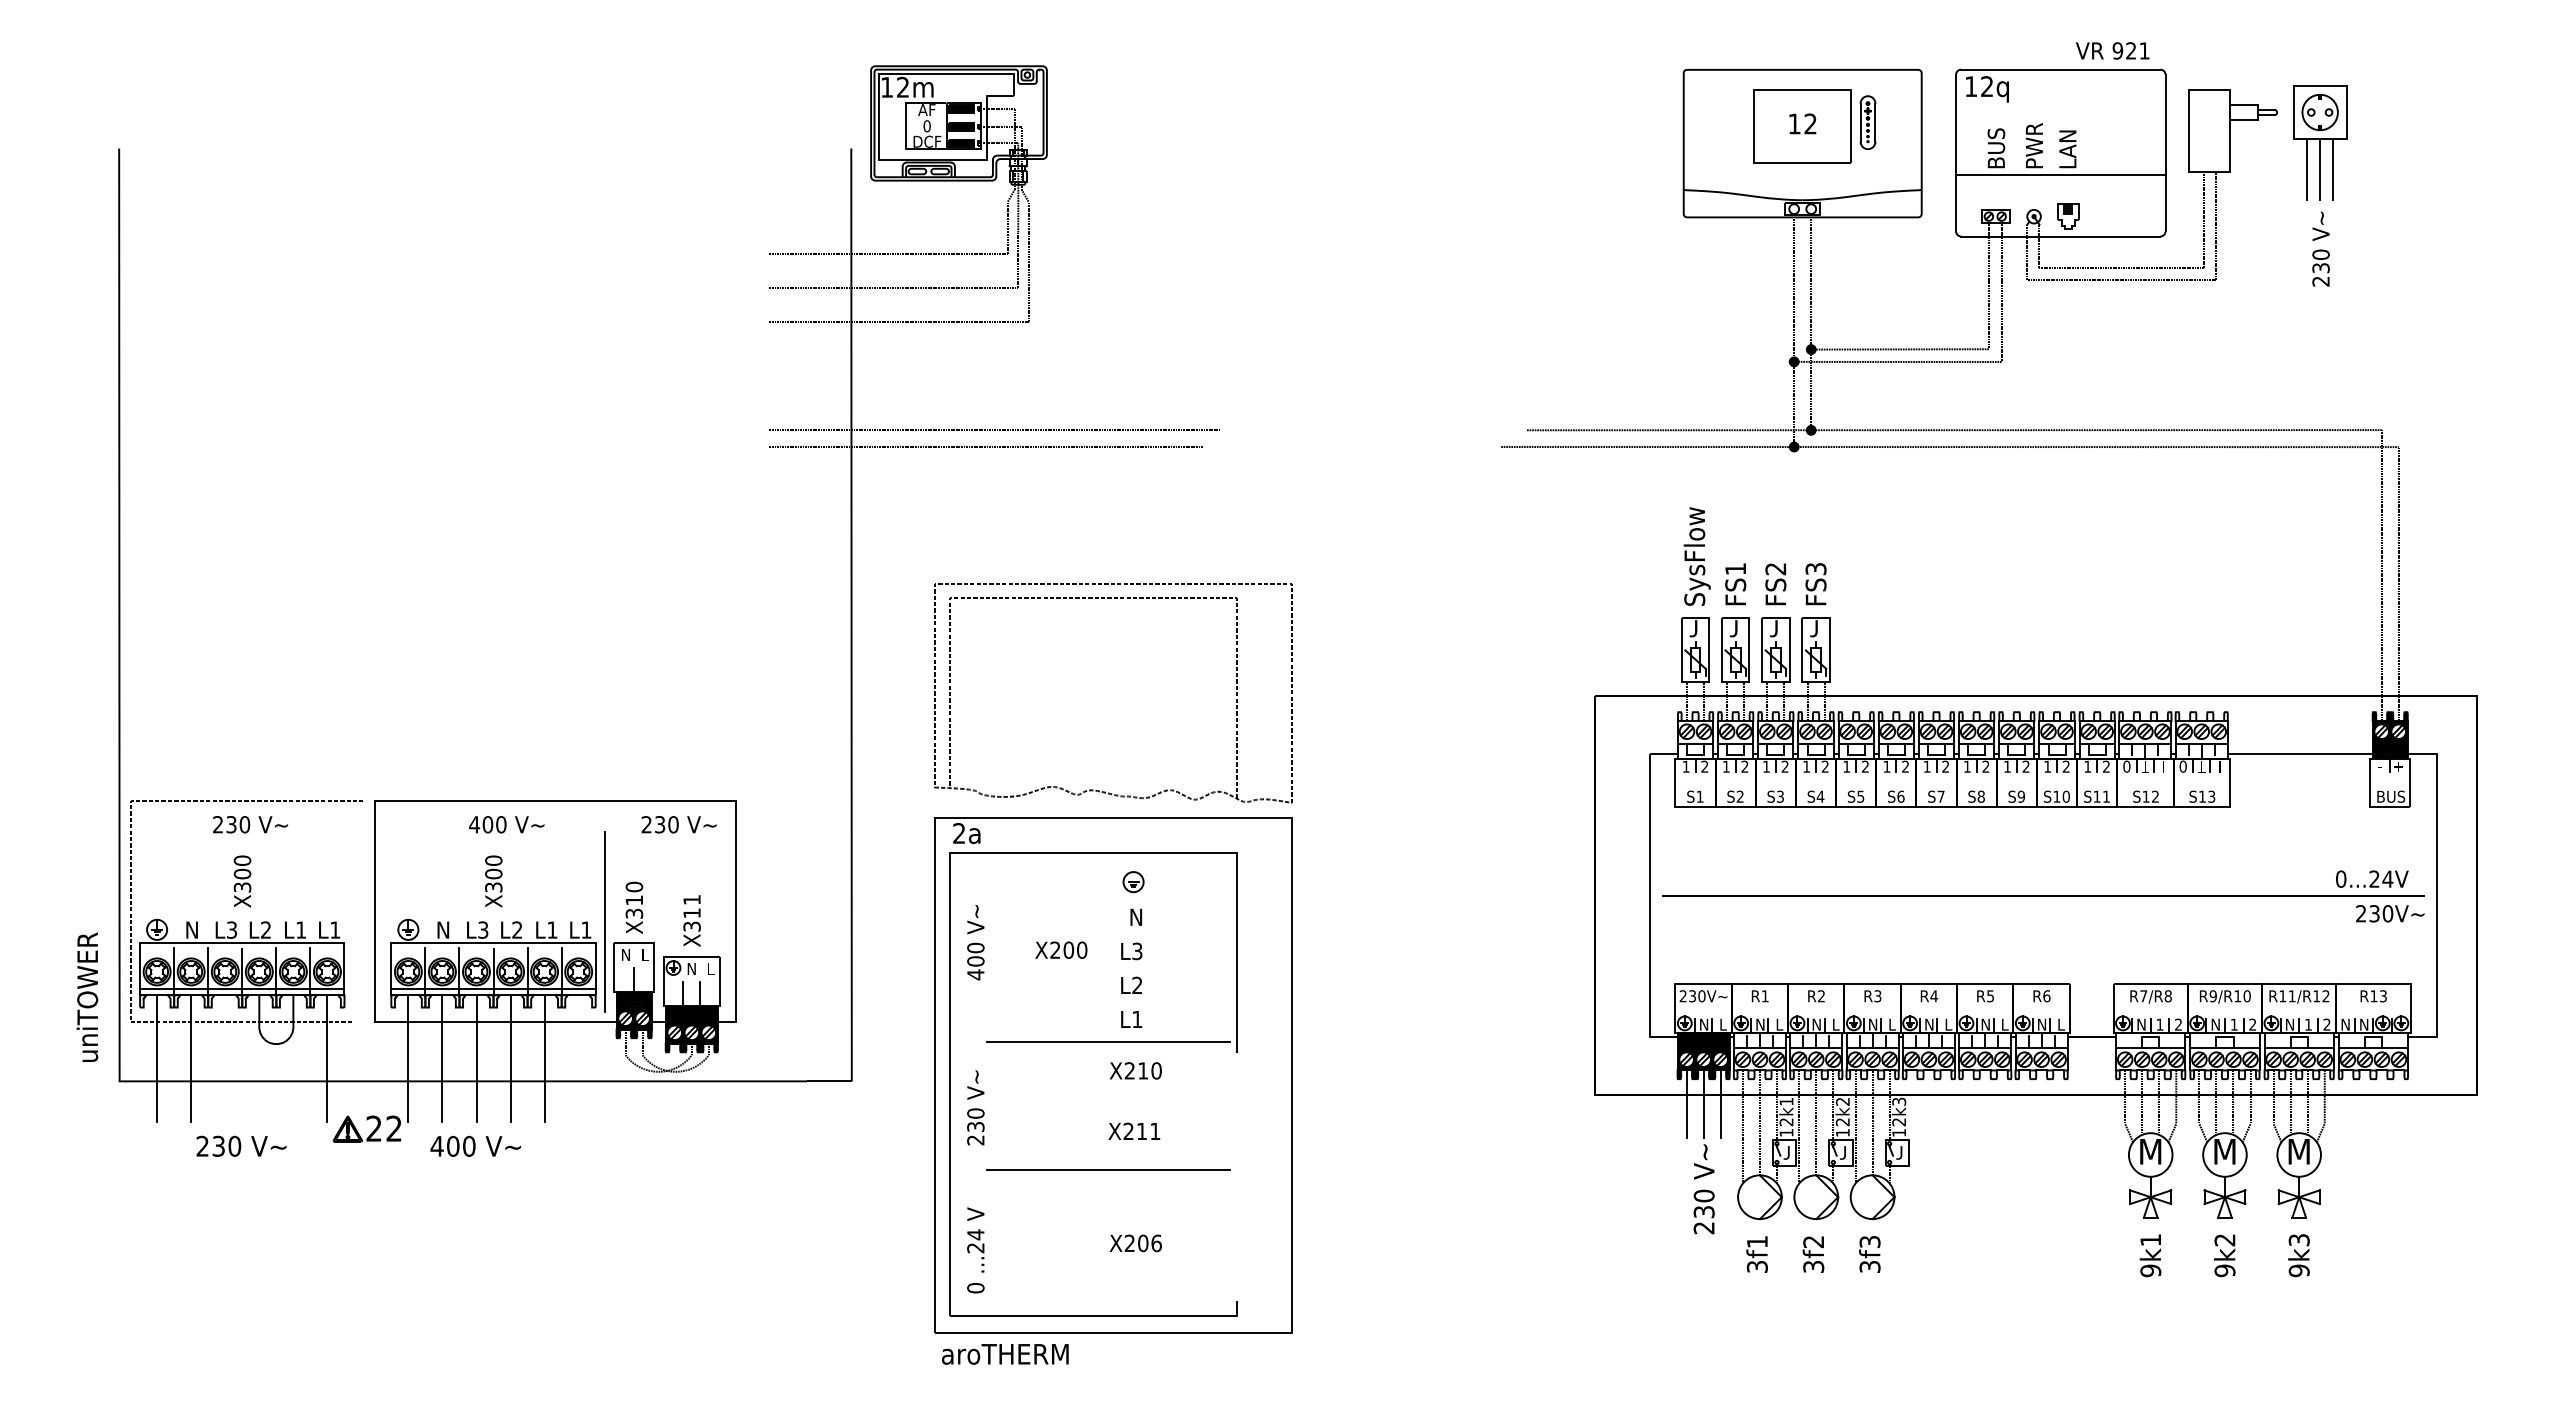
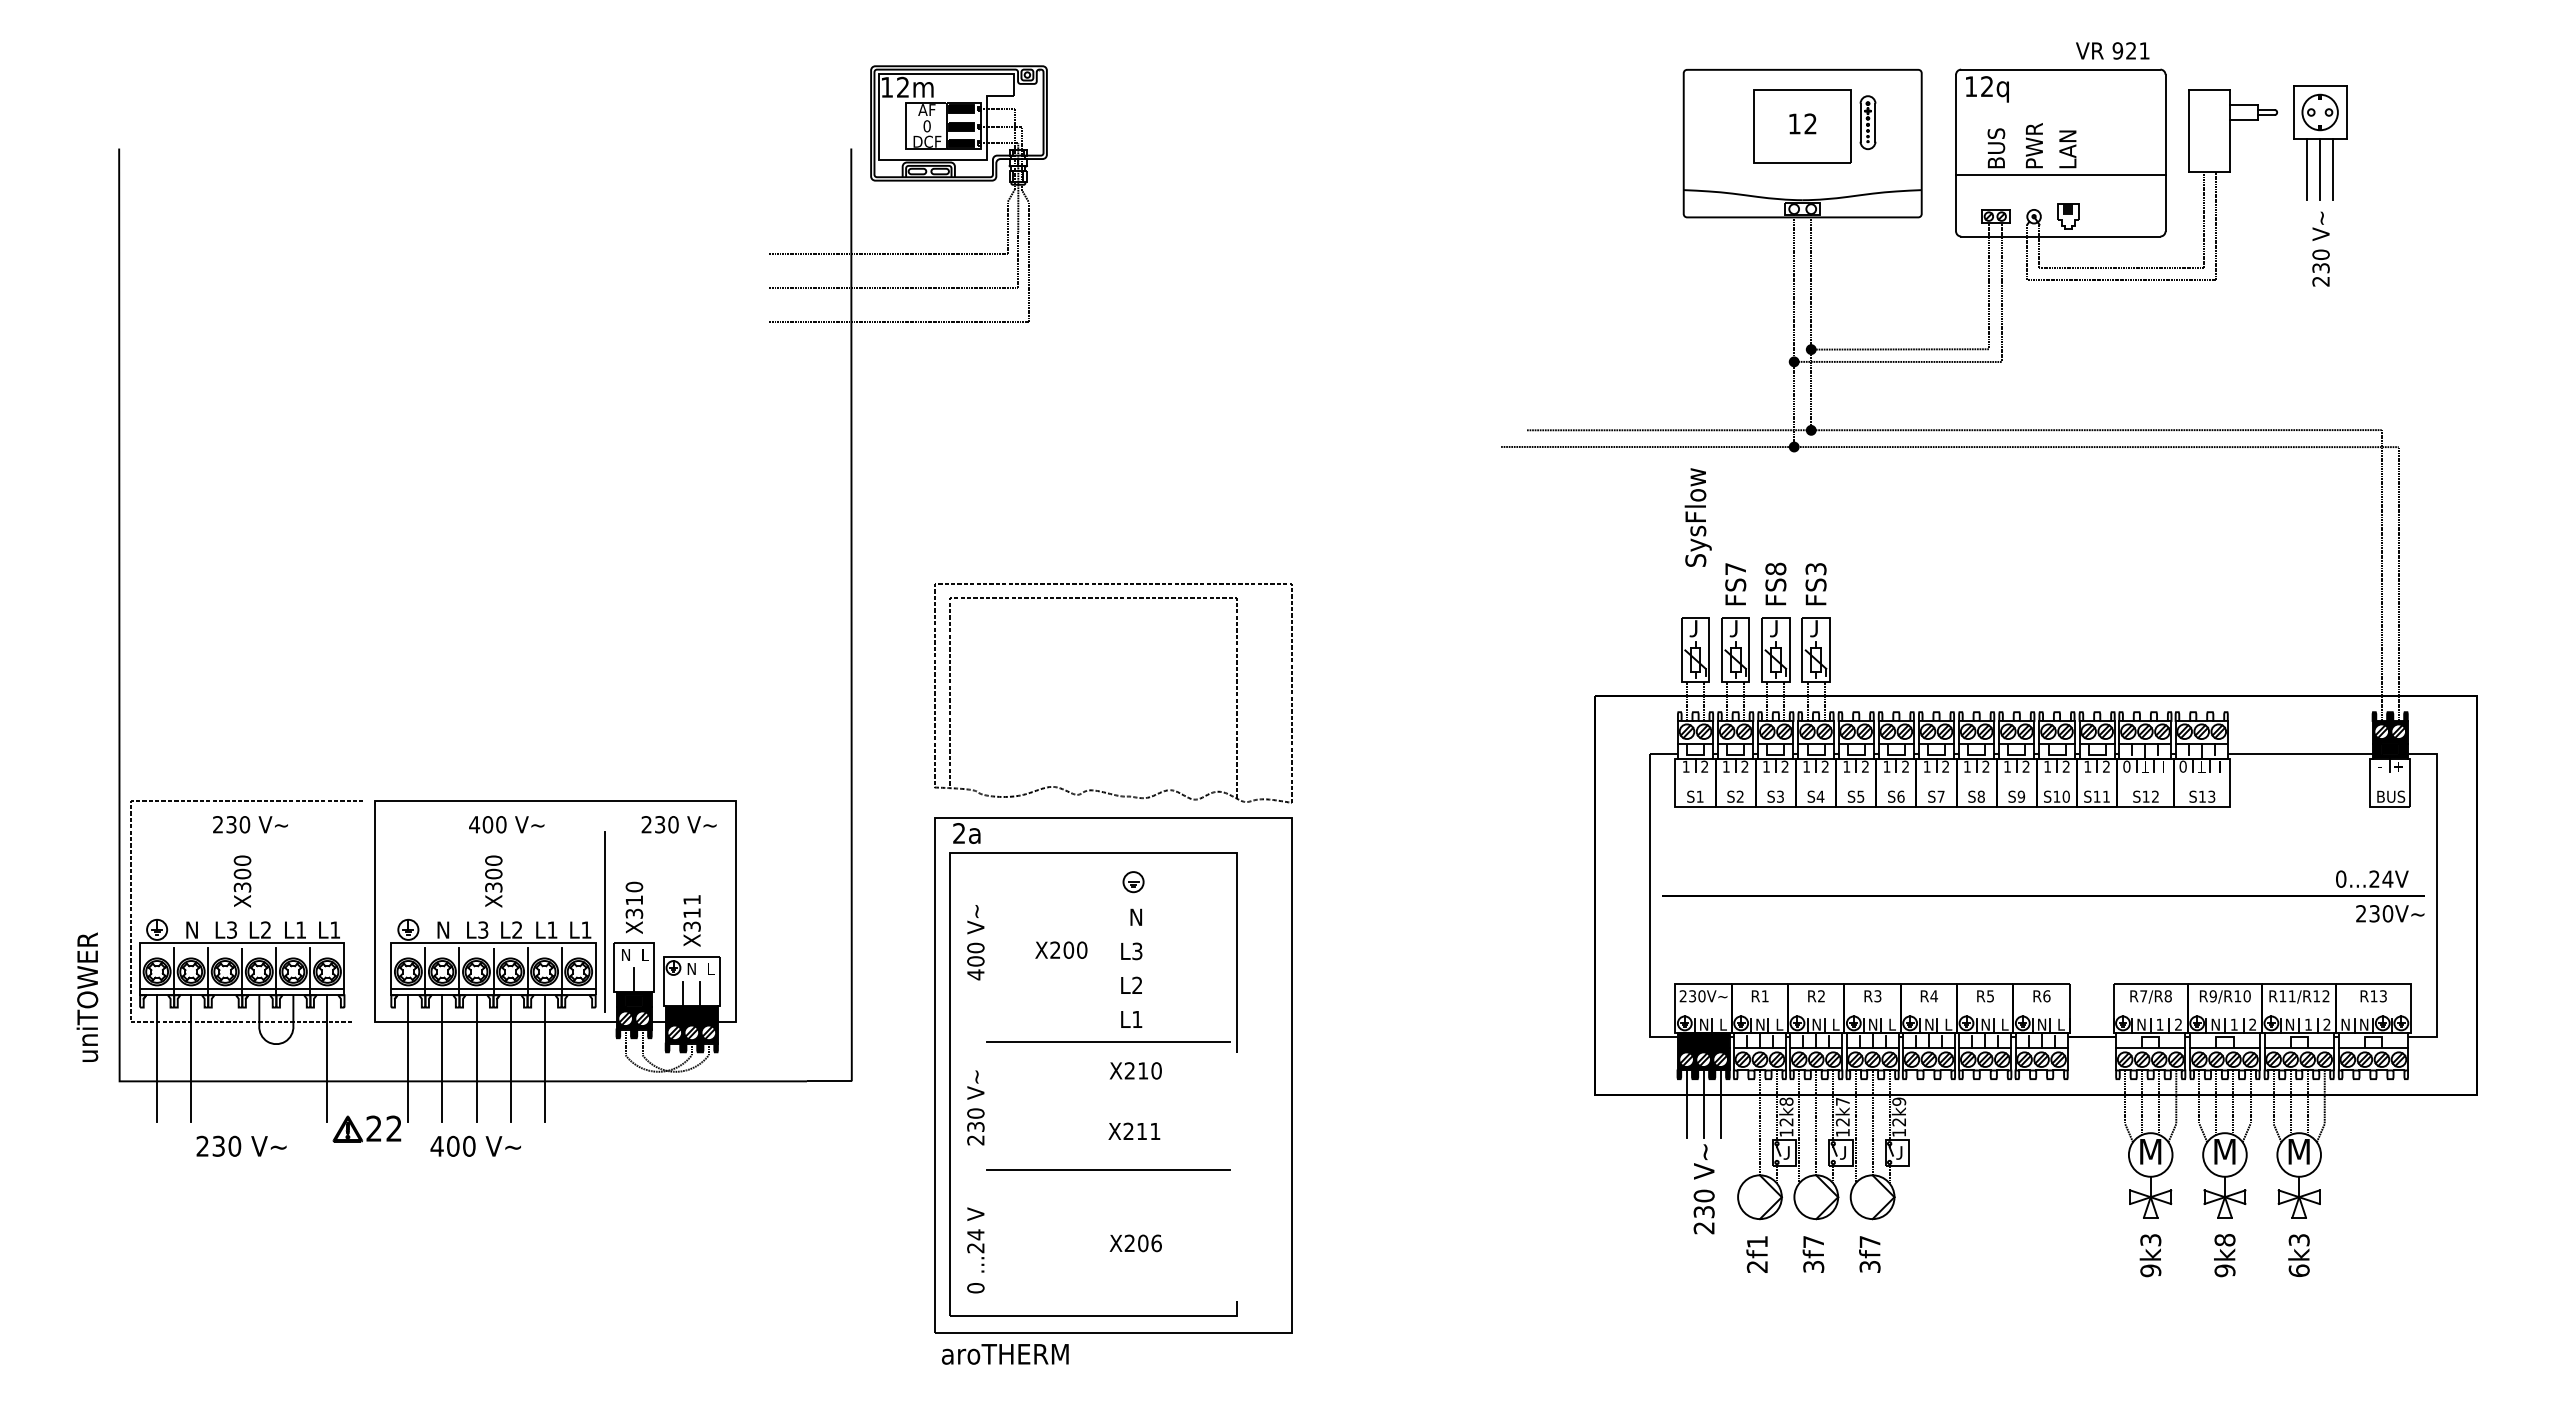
line at (994, 430): present -> none
line at (985, 447): present -> none
text at (1696, 556) position: (1696, 556) -> (1697, 517)
text at (1735, 568): FS1 -> FS7
text at (1775, 568): FS2 -> FS8
text at (1786, 1101): 12k1 -> 12k8
text at (1842, 1101): 12k2 -> 12k7
text at (1898, 1101): 12k3 -> 12k9
line at (1742, 1126): present -> none
text at (2150, 1240): 9k1 -> 9k3
text at (2224, 1240): 9k2 -> 9k8
text at (1813, 1242): 3f2 -> 3f7
text at (1869, 1242): 3f3 -> 3f7
text at (1757, 1266): 3f1 -> 2f1
text at (2298, 1270): 9k3 -> 6k3
